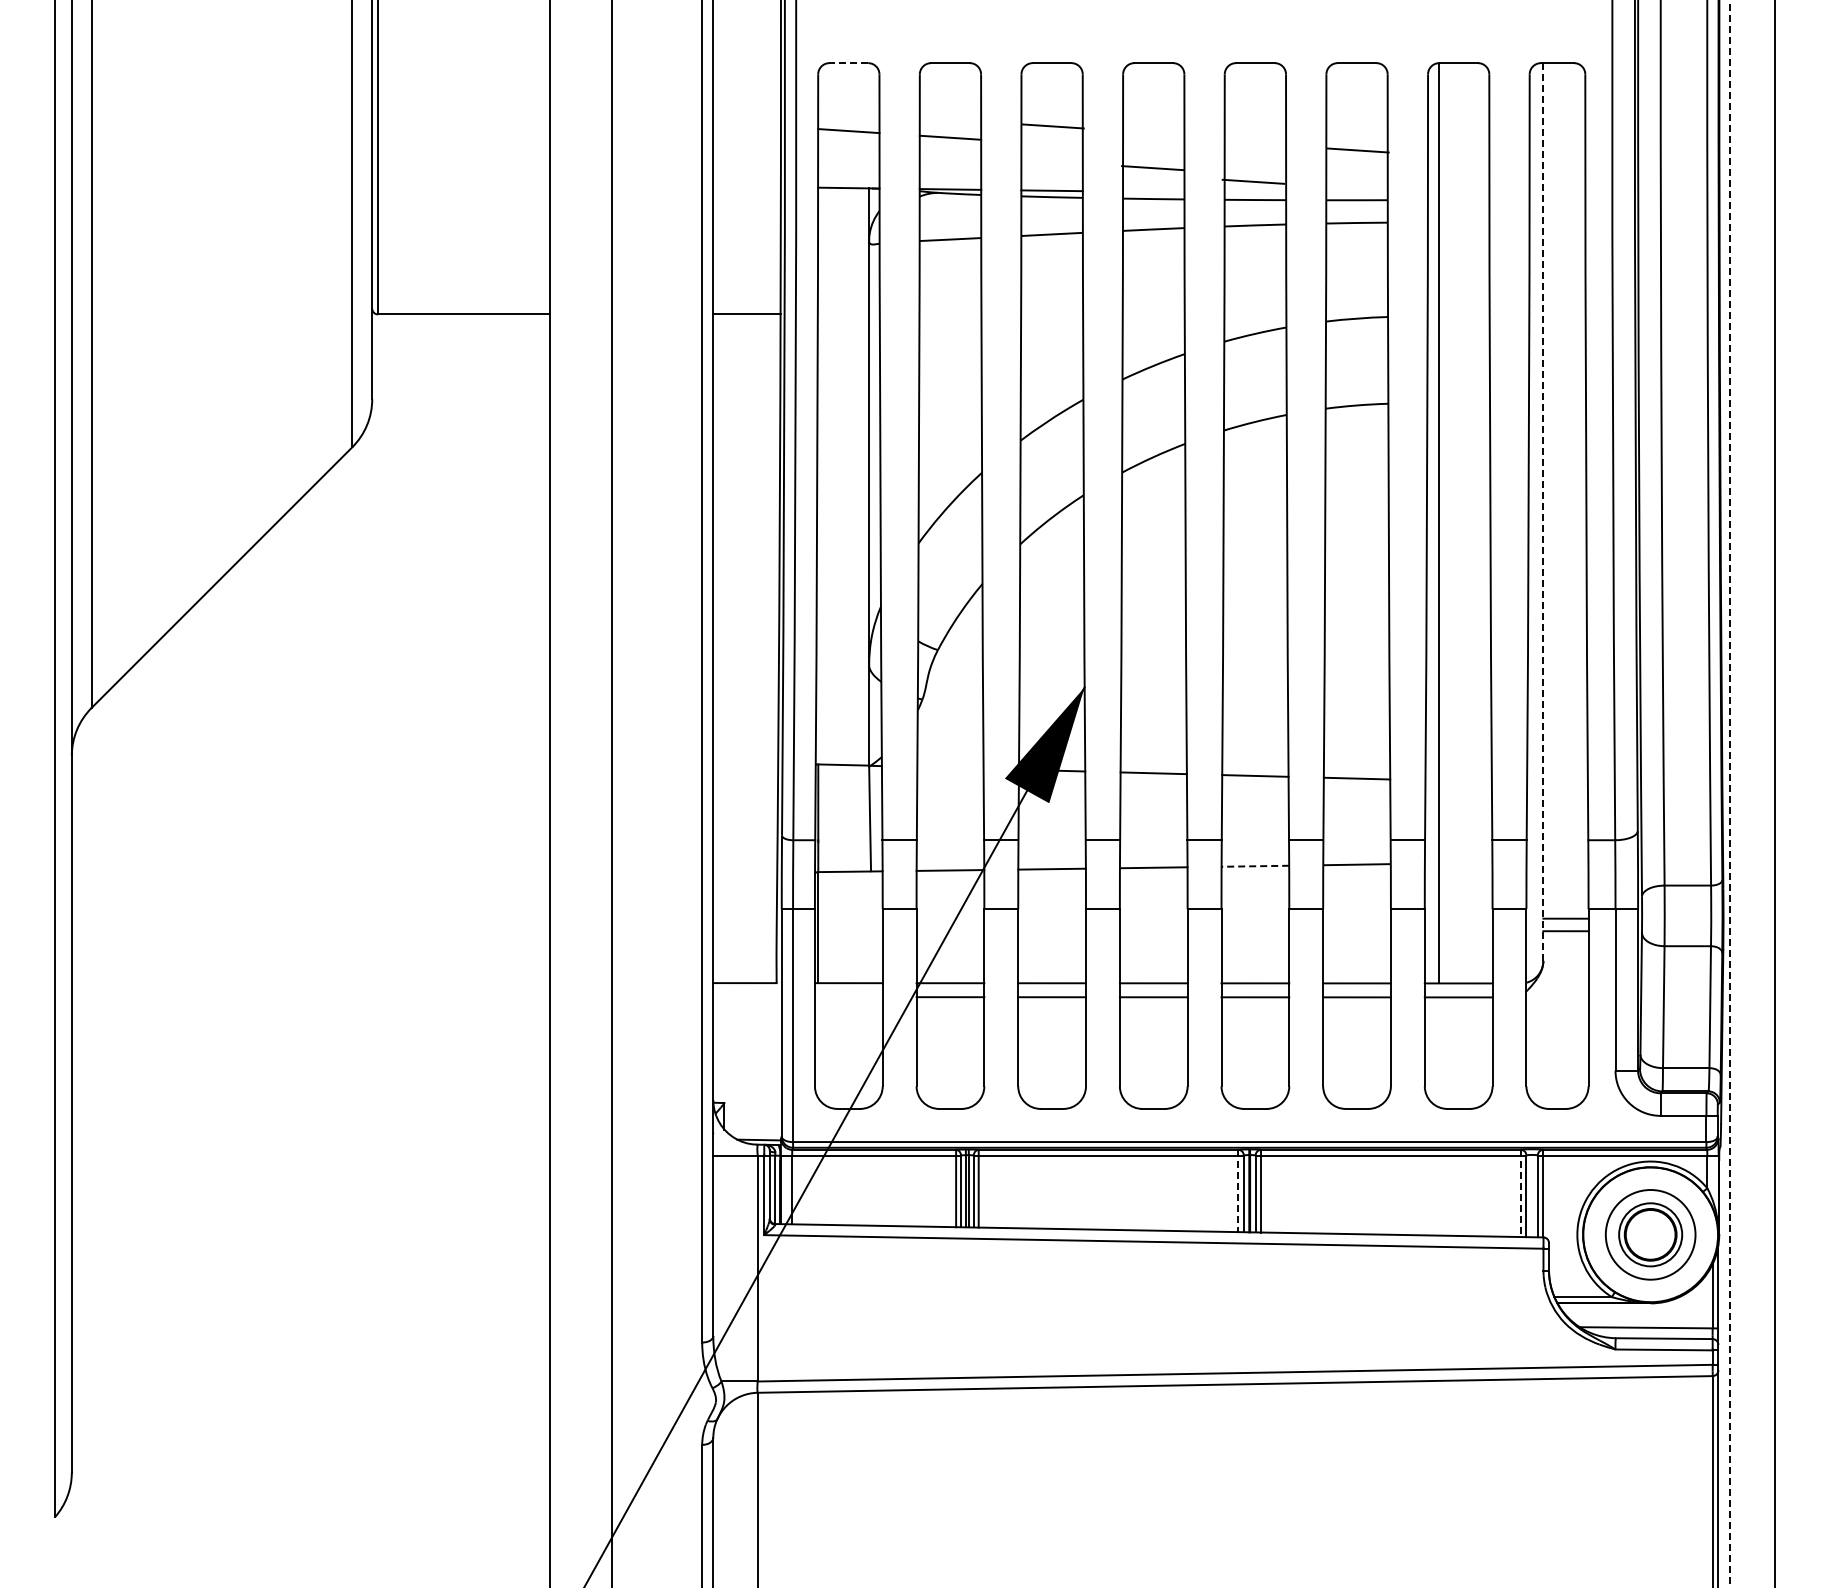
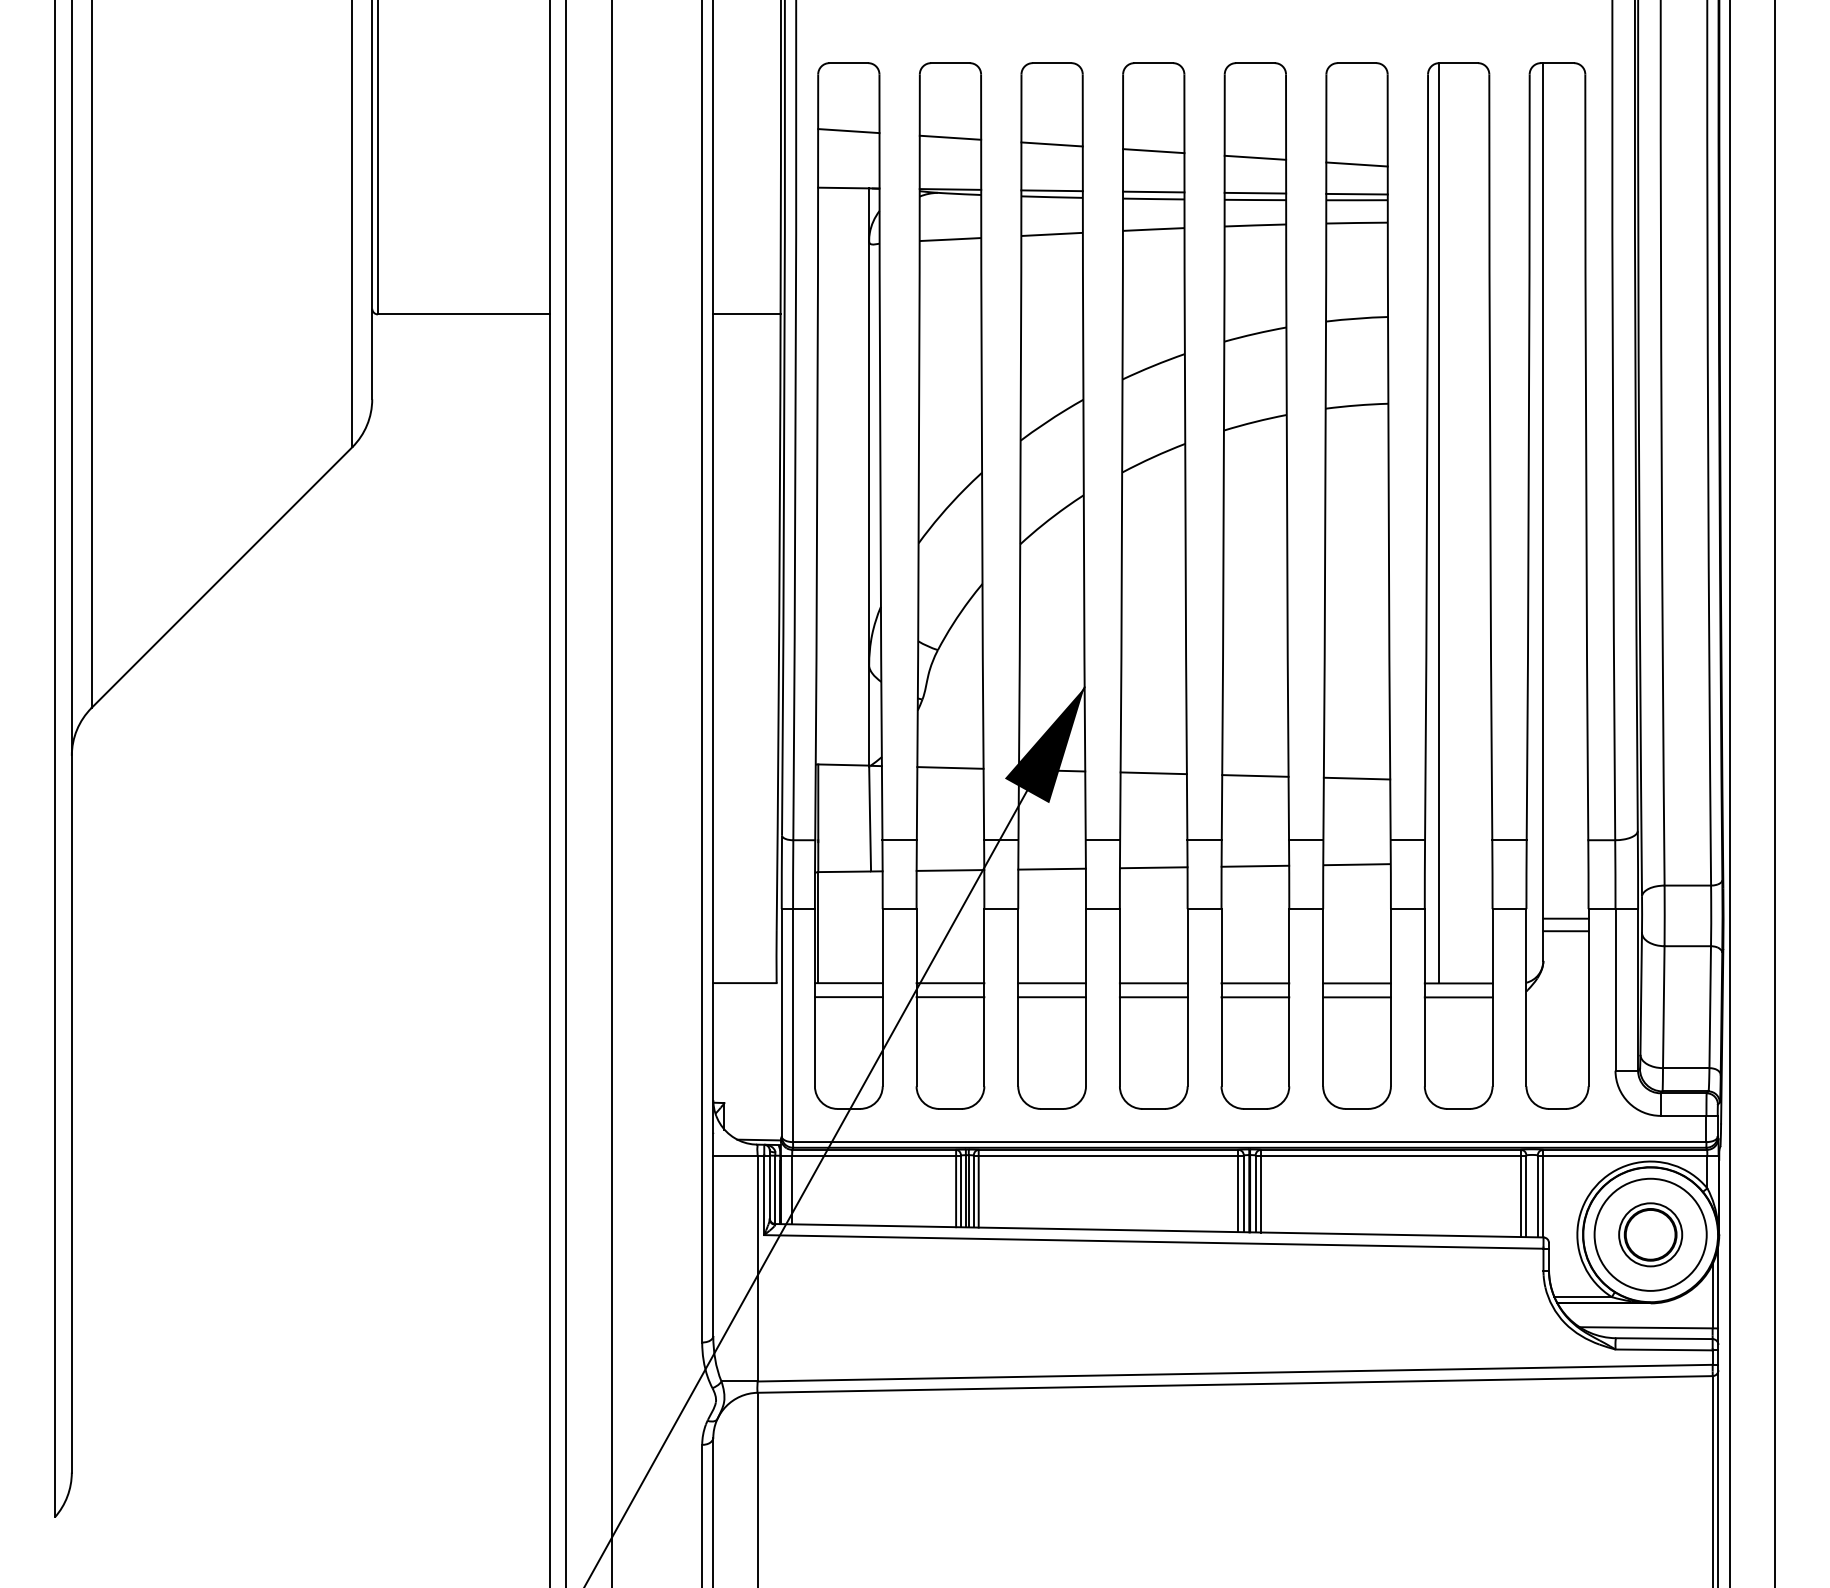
line at (848, 63): dashed -> solid
line at (1052, 126) position: (1052, 126) -> (1051, 144)
line at (1357, 150) position: (1357, 150) -> (1356, 164)
line at (1152, 168) position: (1152, 168) -> (1153, 151)
line at (1253, 181) position: (1253, 181) -> (1255, 157)
line at (1153, 191): none -> present
line at (1255, 192): none -> present
line at (1356, 193): none -> present
line at (1543, 512): dashed -> solid
line at (950, 767): none -> present
line at (566, 793): none -> present
line at (1729, 793): dashed -> solid
line at (1255, 866): dashed -> solid
line at (848, 997): none -> present
line at (1238, 1191): dashed -> solid
line at (1520, 1193): dashed -> solid
circle at (1650, 1234) diameter: 90 px -> 112 px
